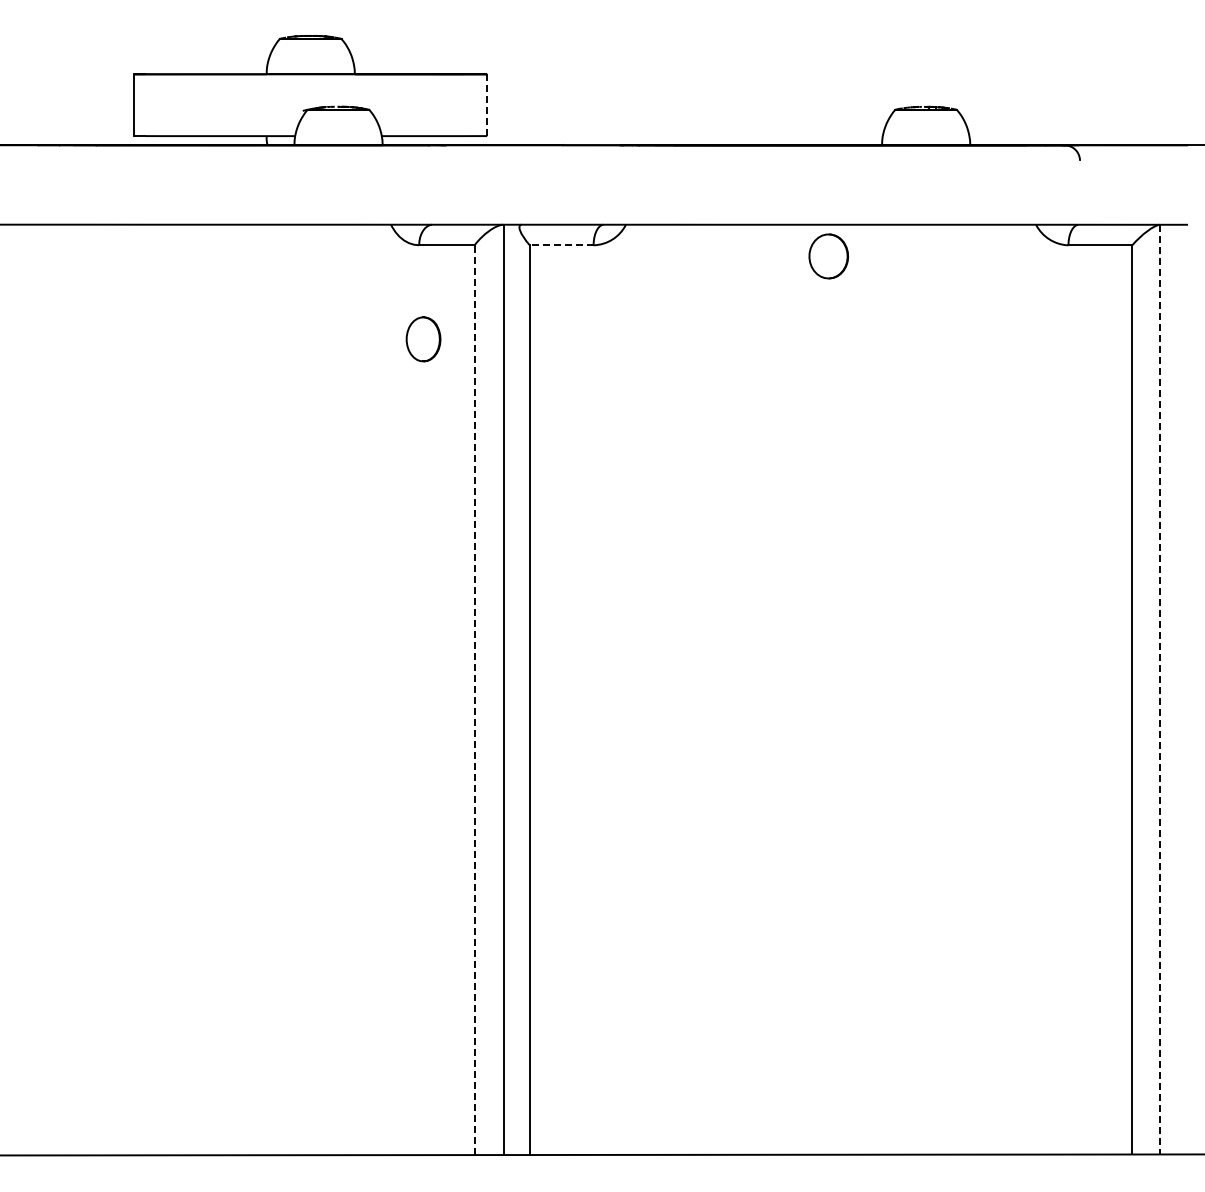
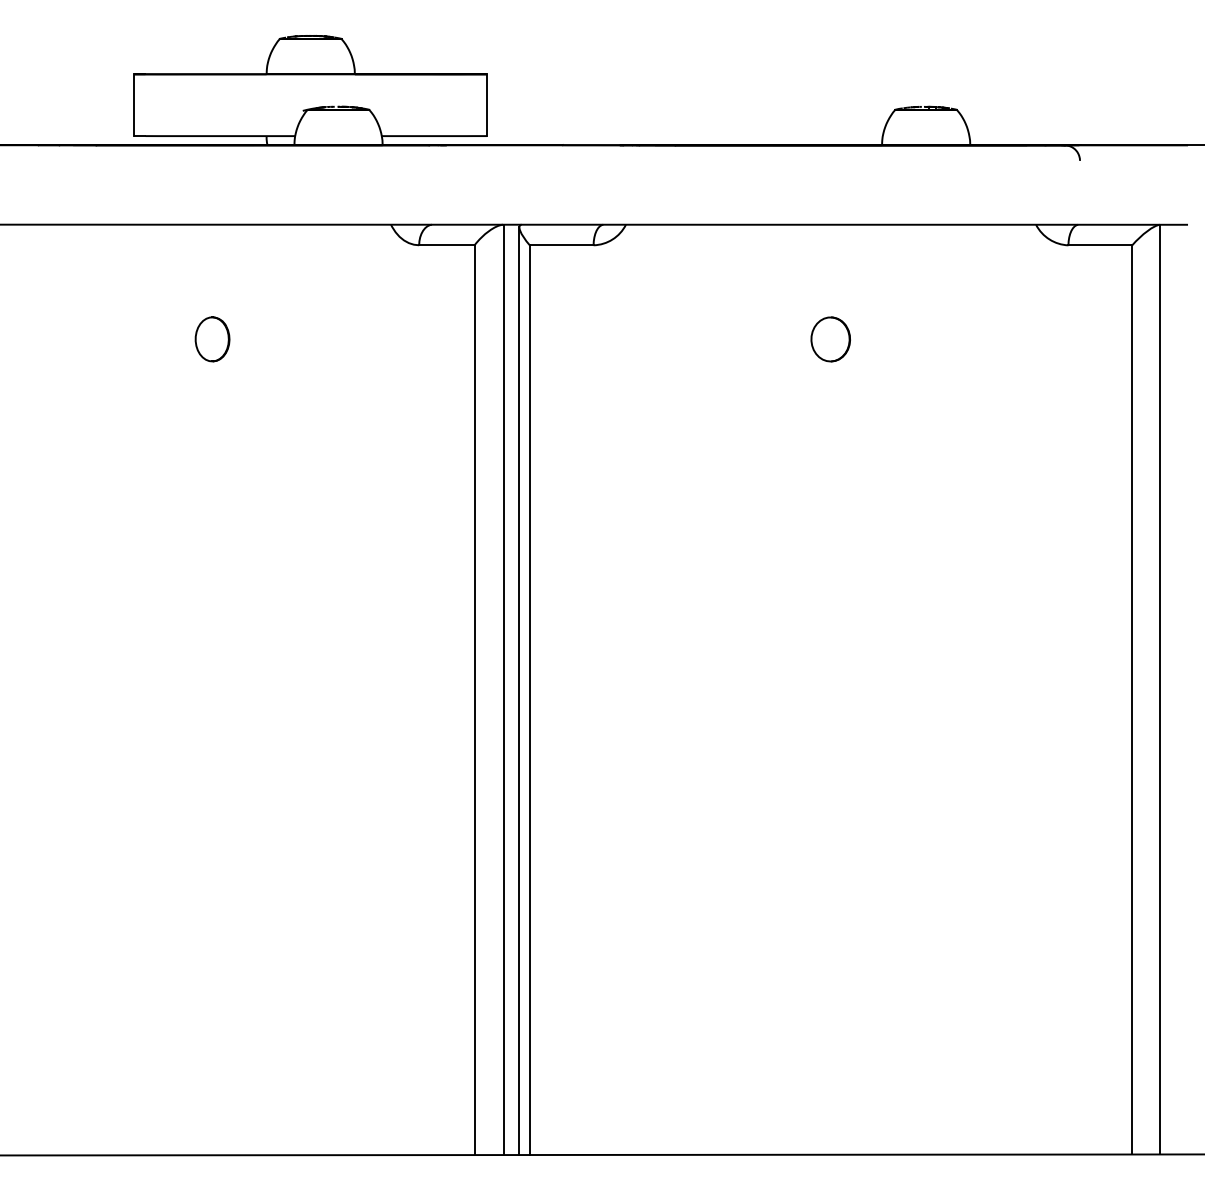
line at (487, 105): dashed -> solid
line at (561, 245): dashed -> solid
part at (828, 256) position: (828, 256) -> (830, 339)
part at (423, 339) position: (423, 339) -> (212, 339)
line at (1160, 689): dashed -> solid
line at (519, 691): none -> present
line at (474, 700): dashed -> solid
